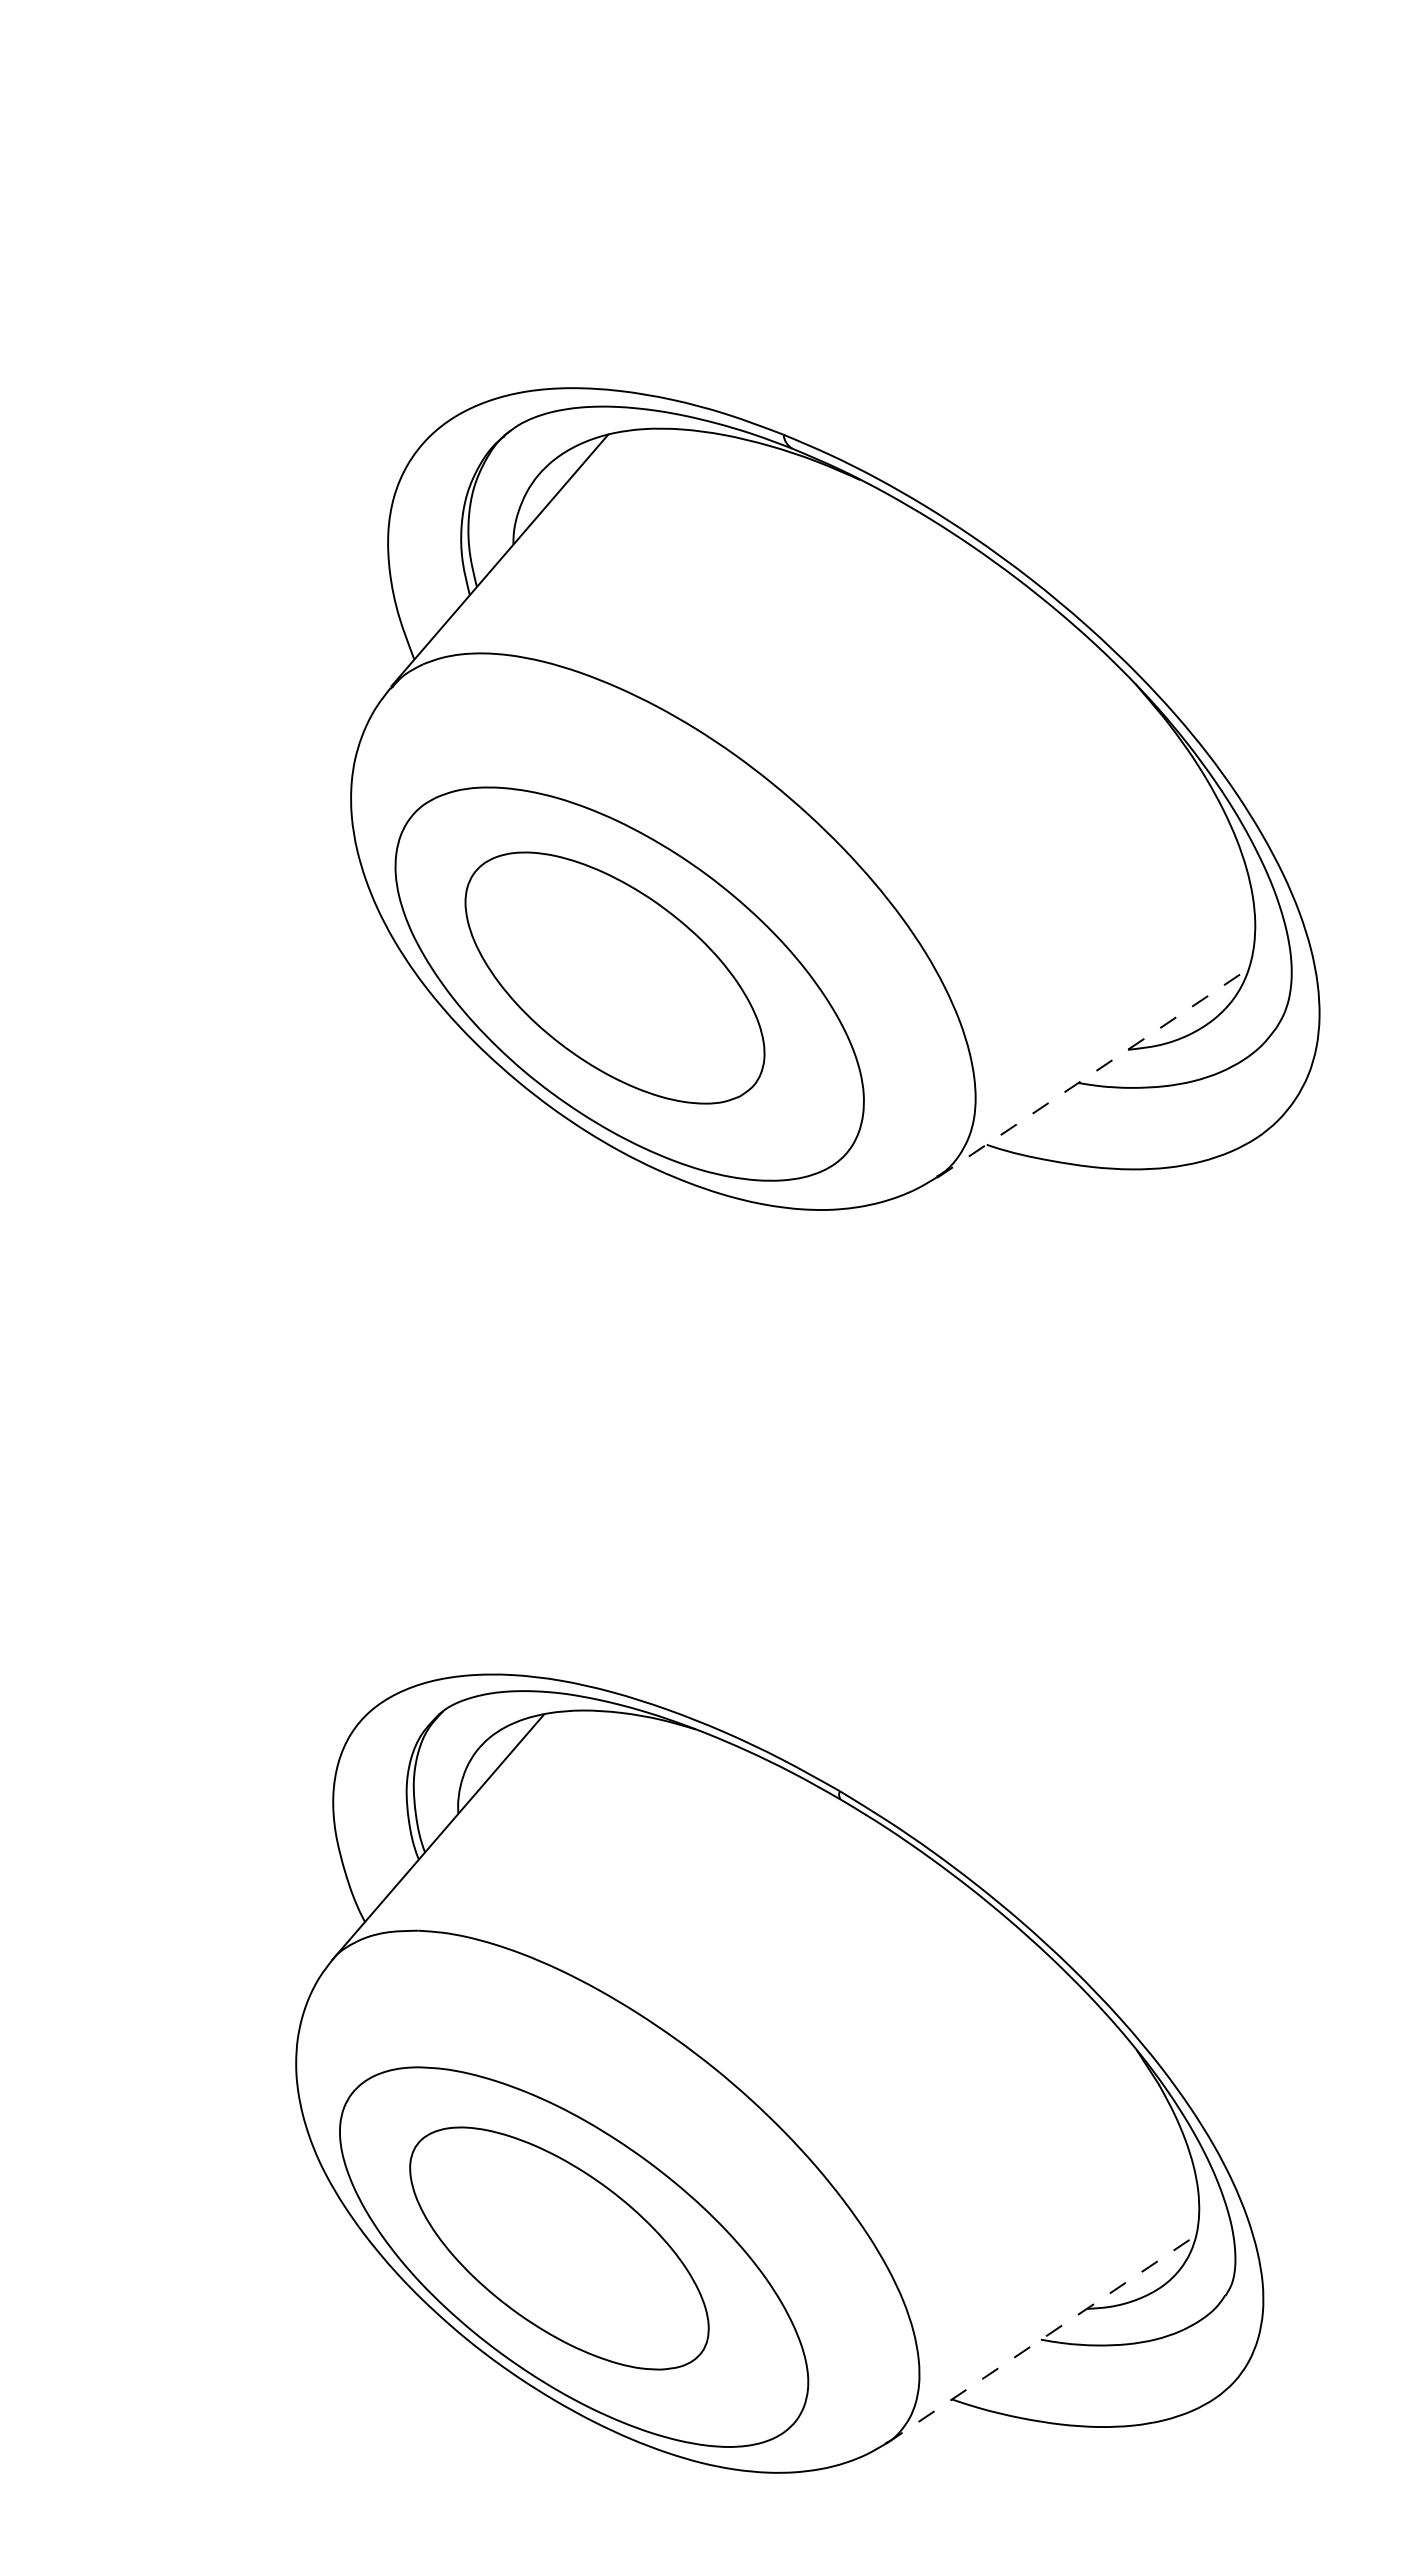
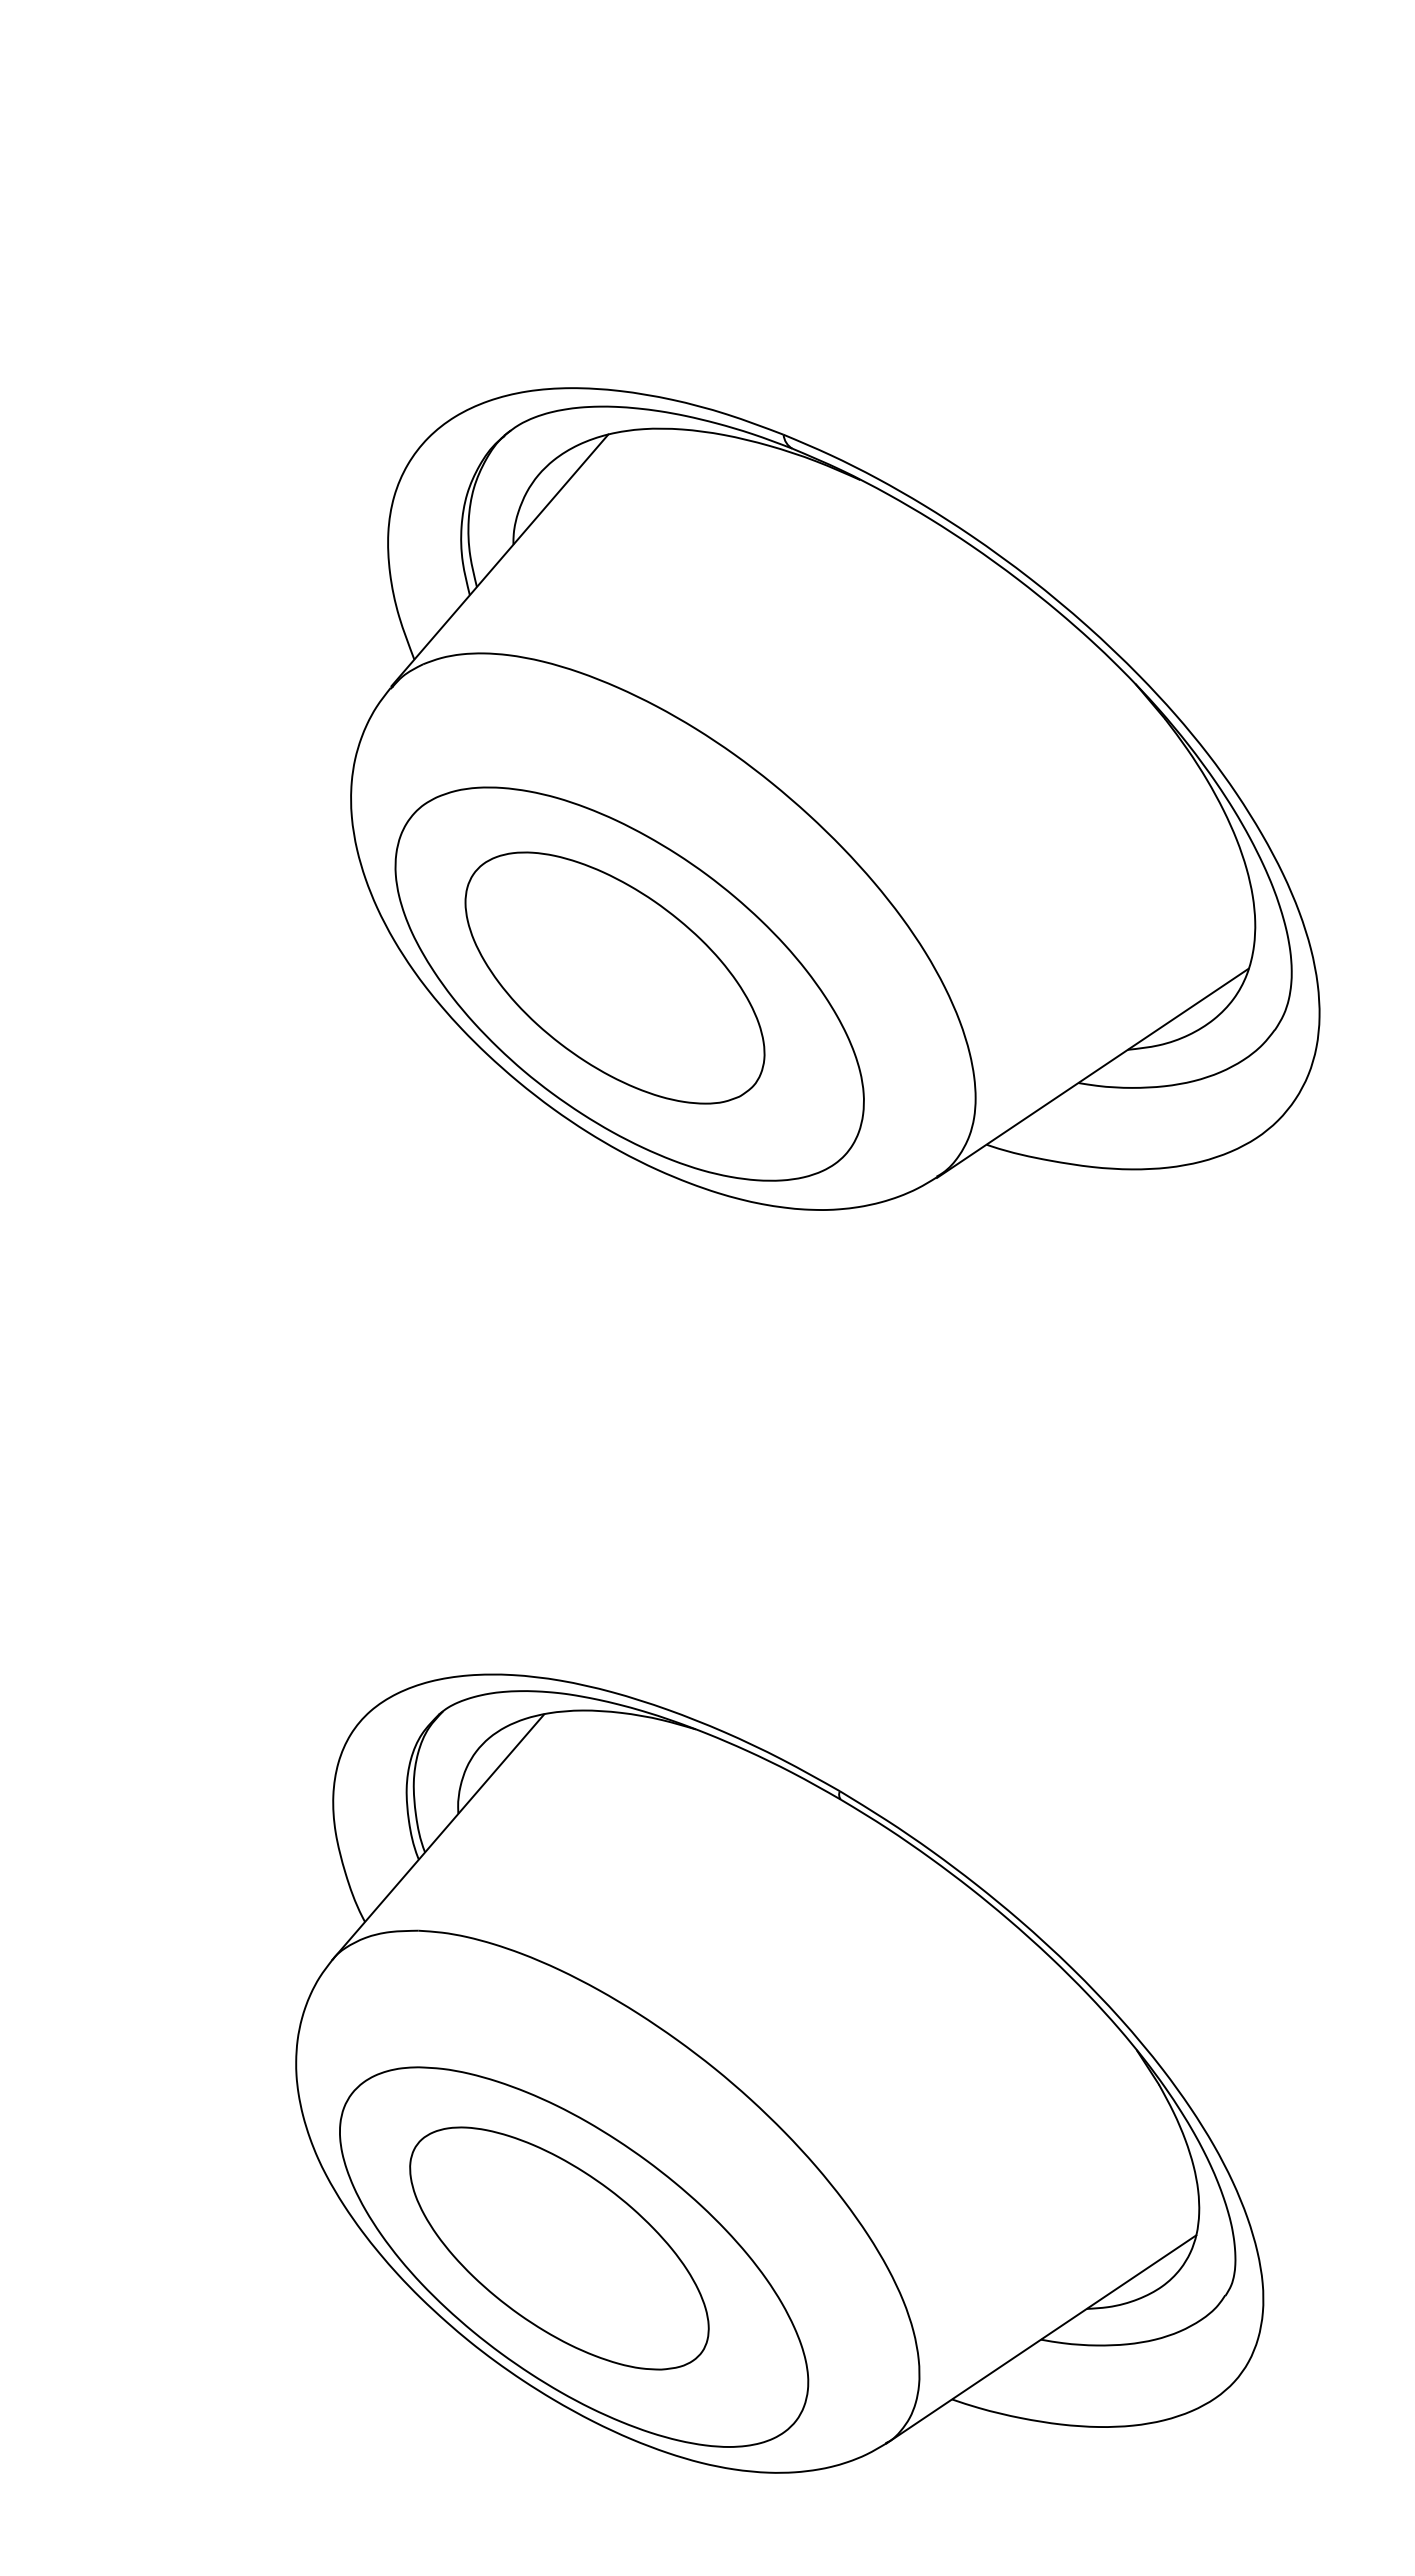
line at (1093, 1073): dashed -> solid
line at (1041, 2339): dashed -> solid
